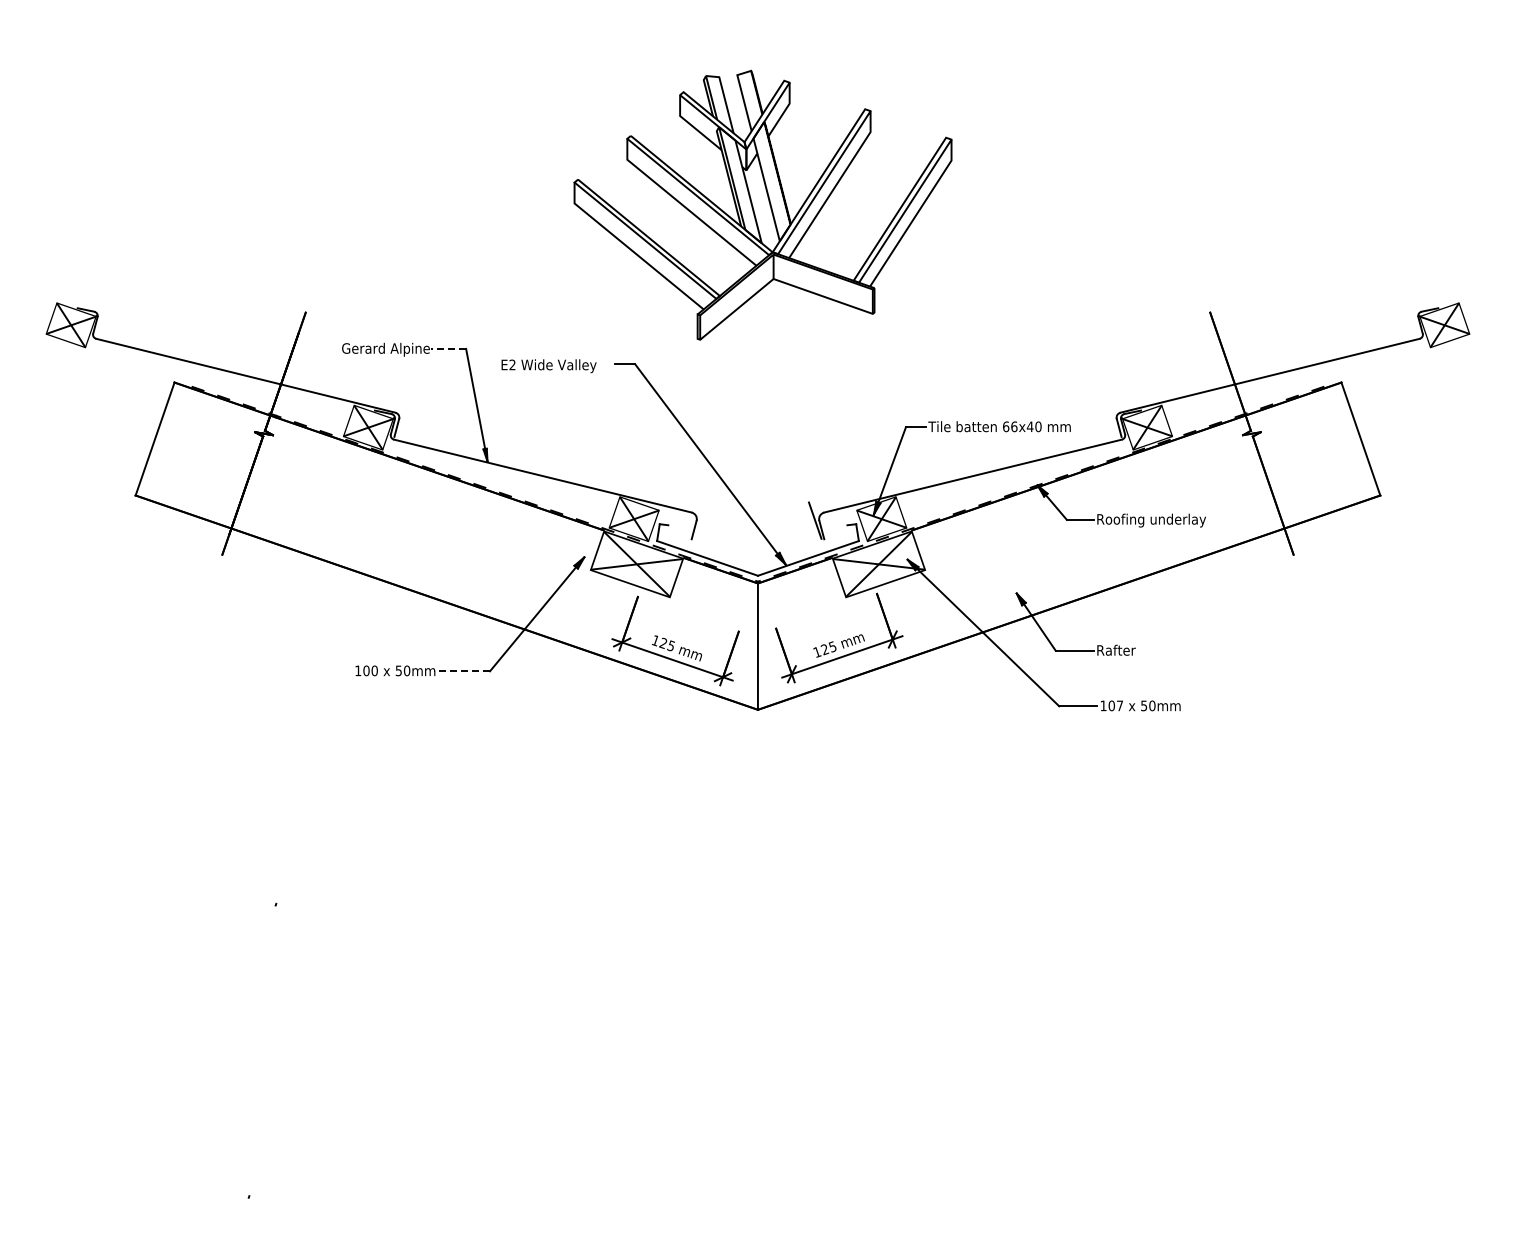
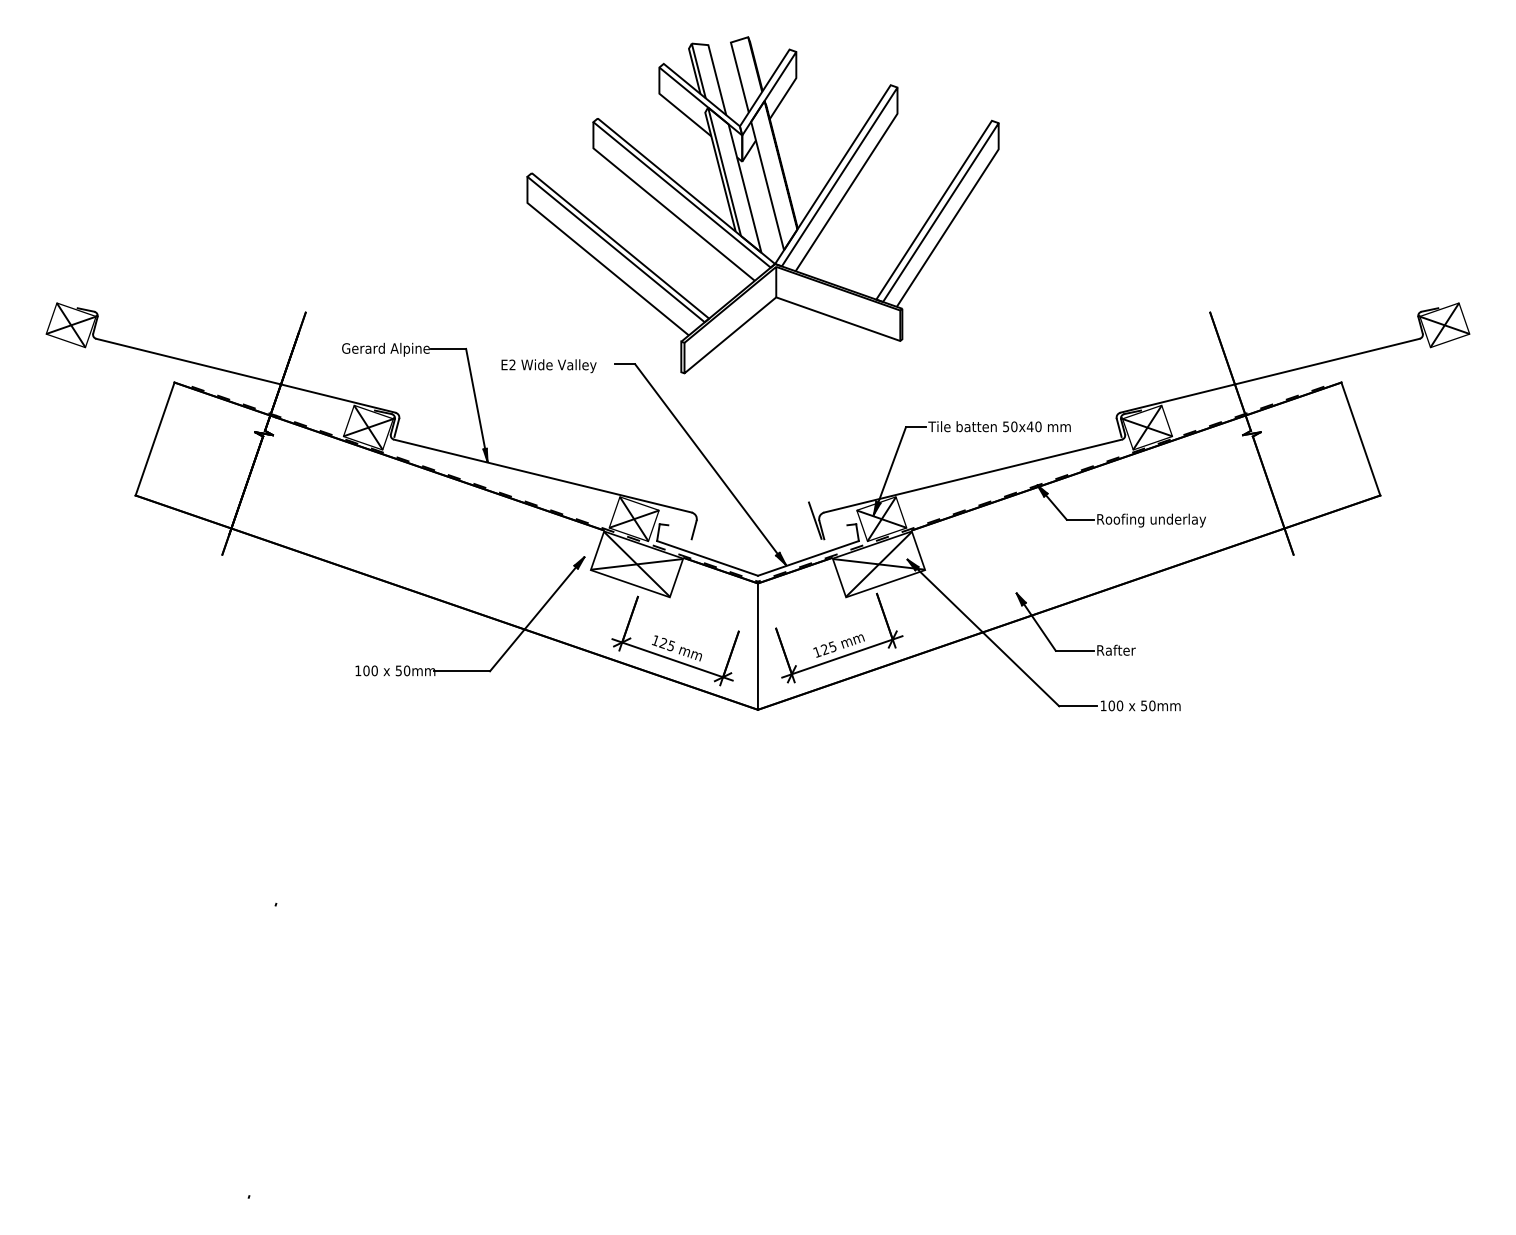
part at (762, 204) size: 380x272 px -> 474x339 px
line at (448, 348): dashed -> solid
text at (1010, 426): 66x40 -> 50x40
line at (462, 671): dashed -> solid
text at (1119, 705): 107 -> 100
